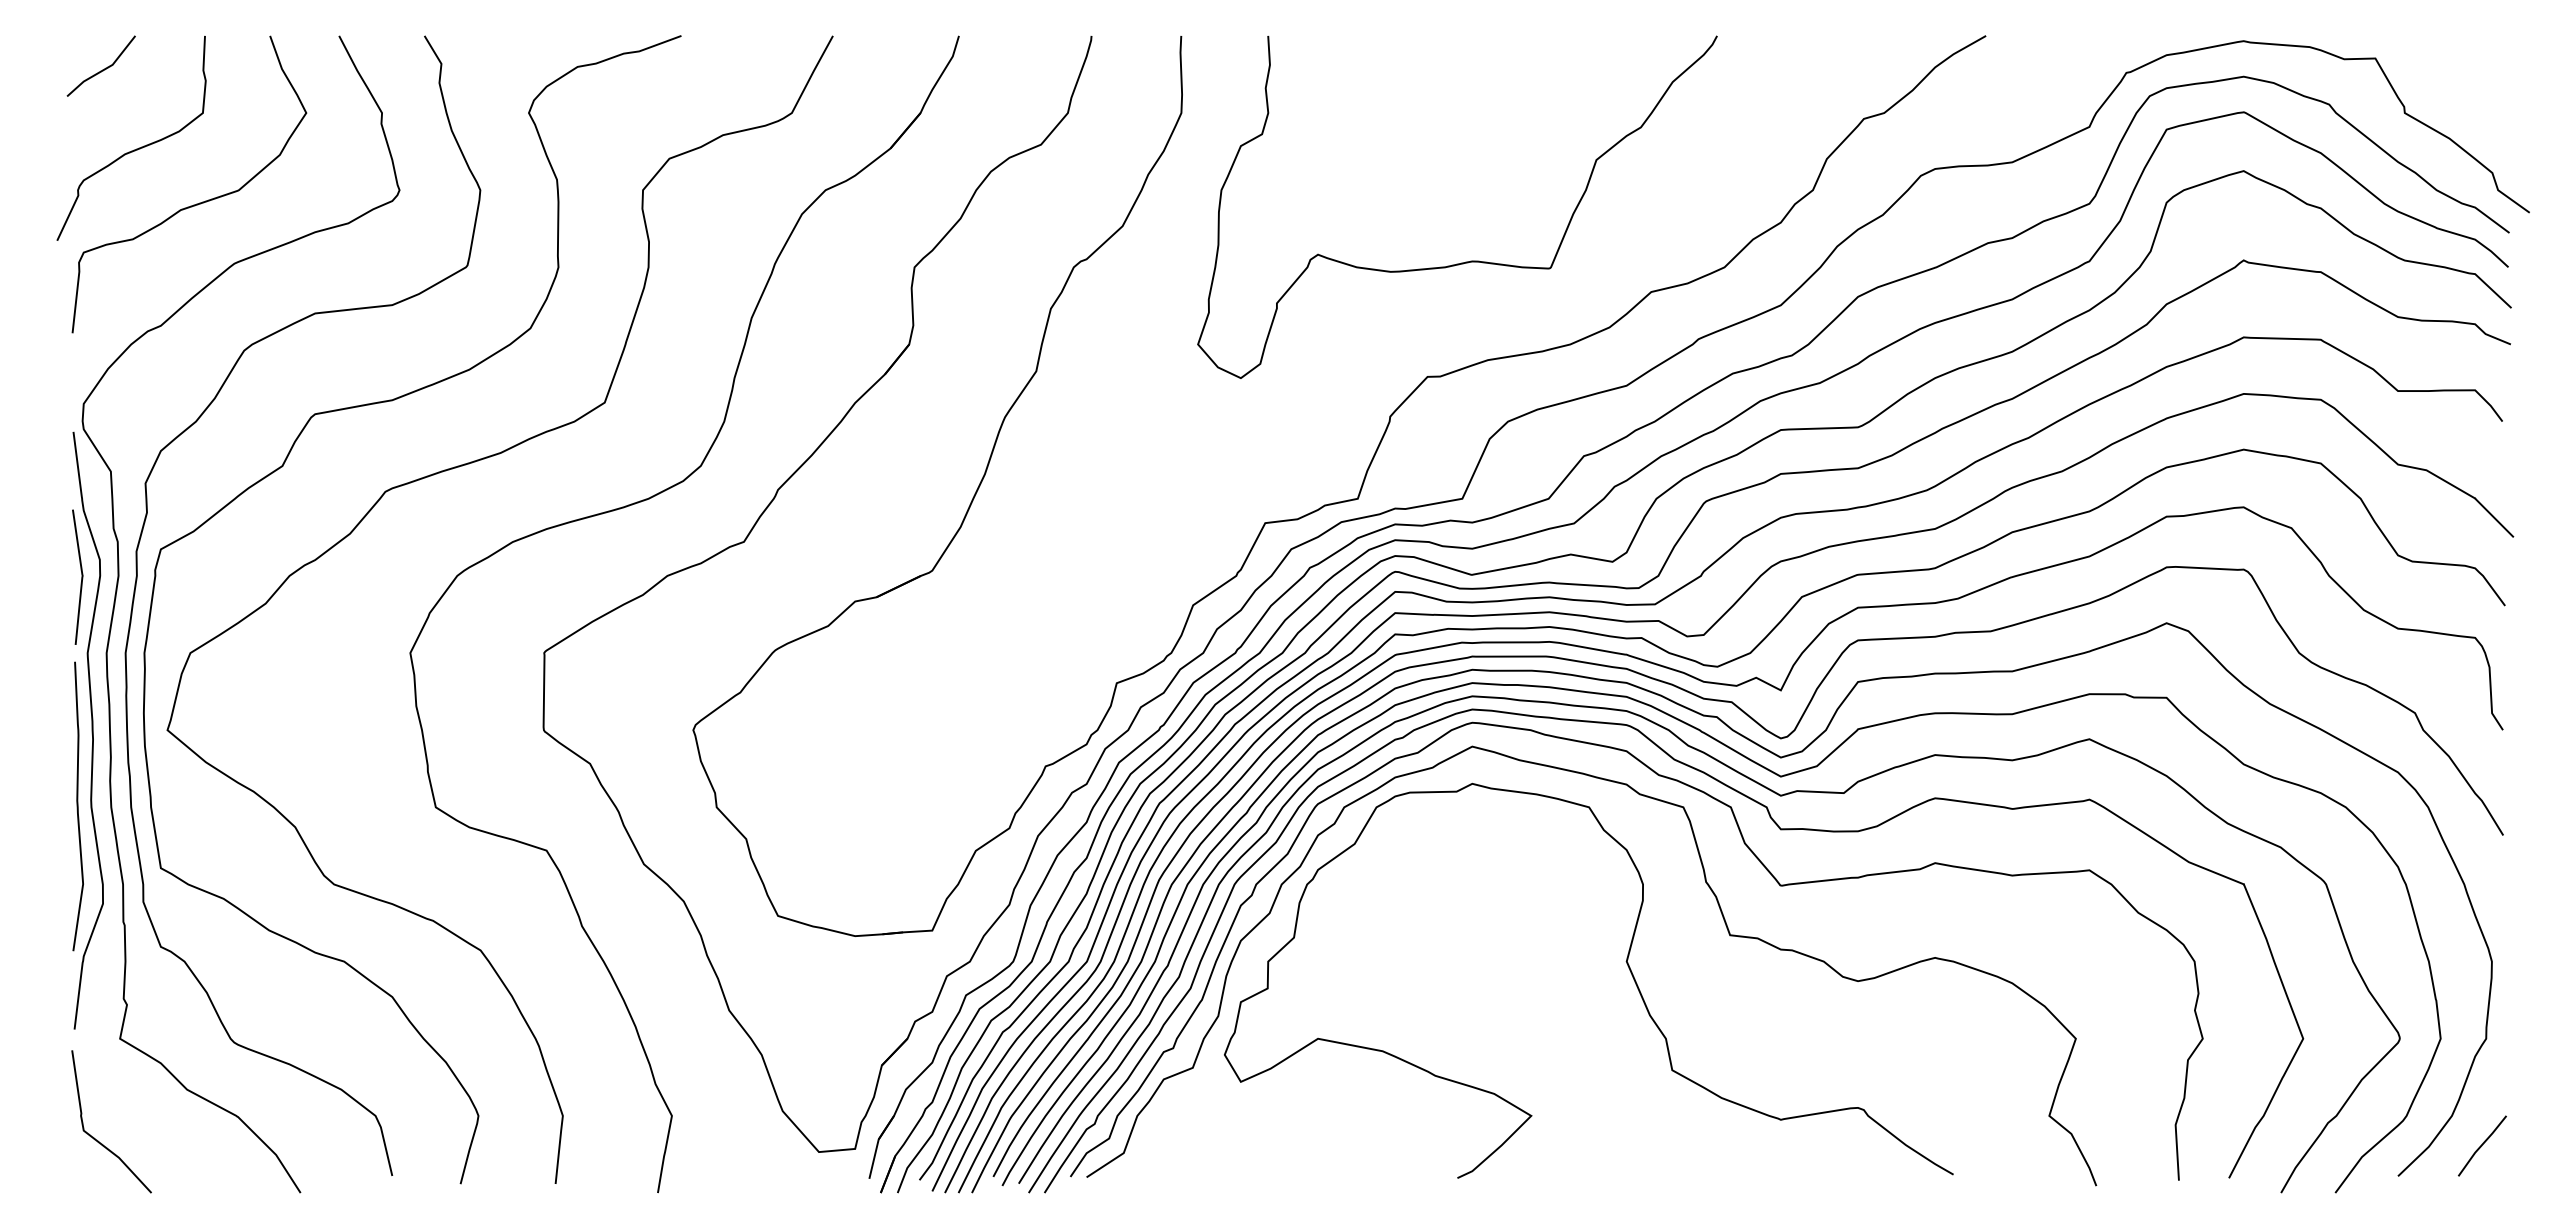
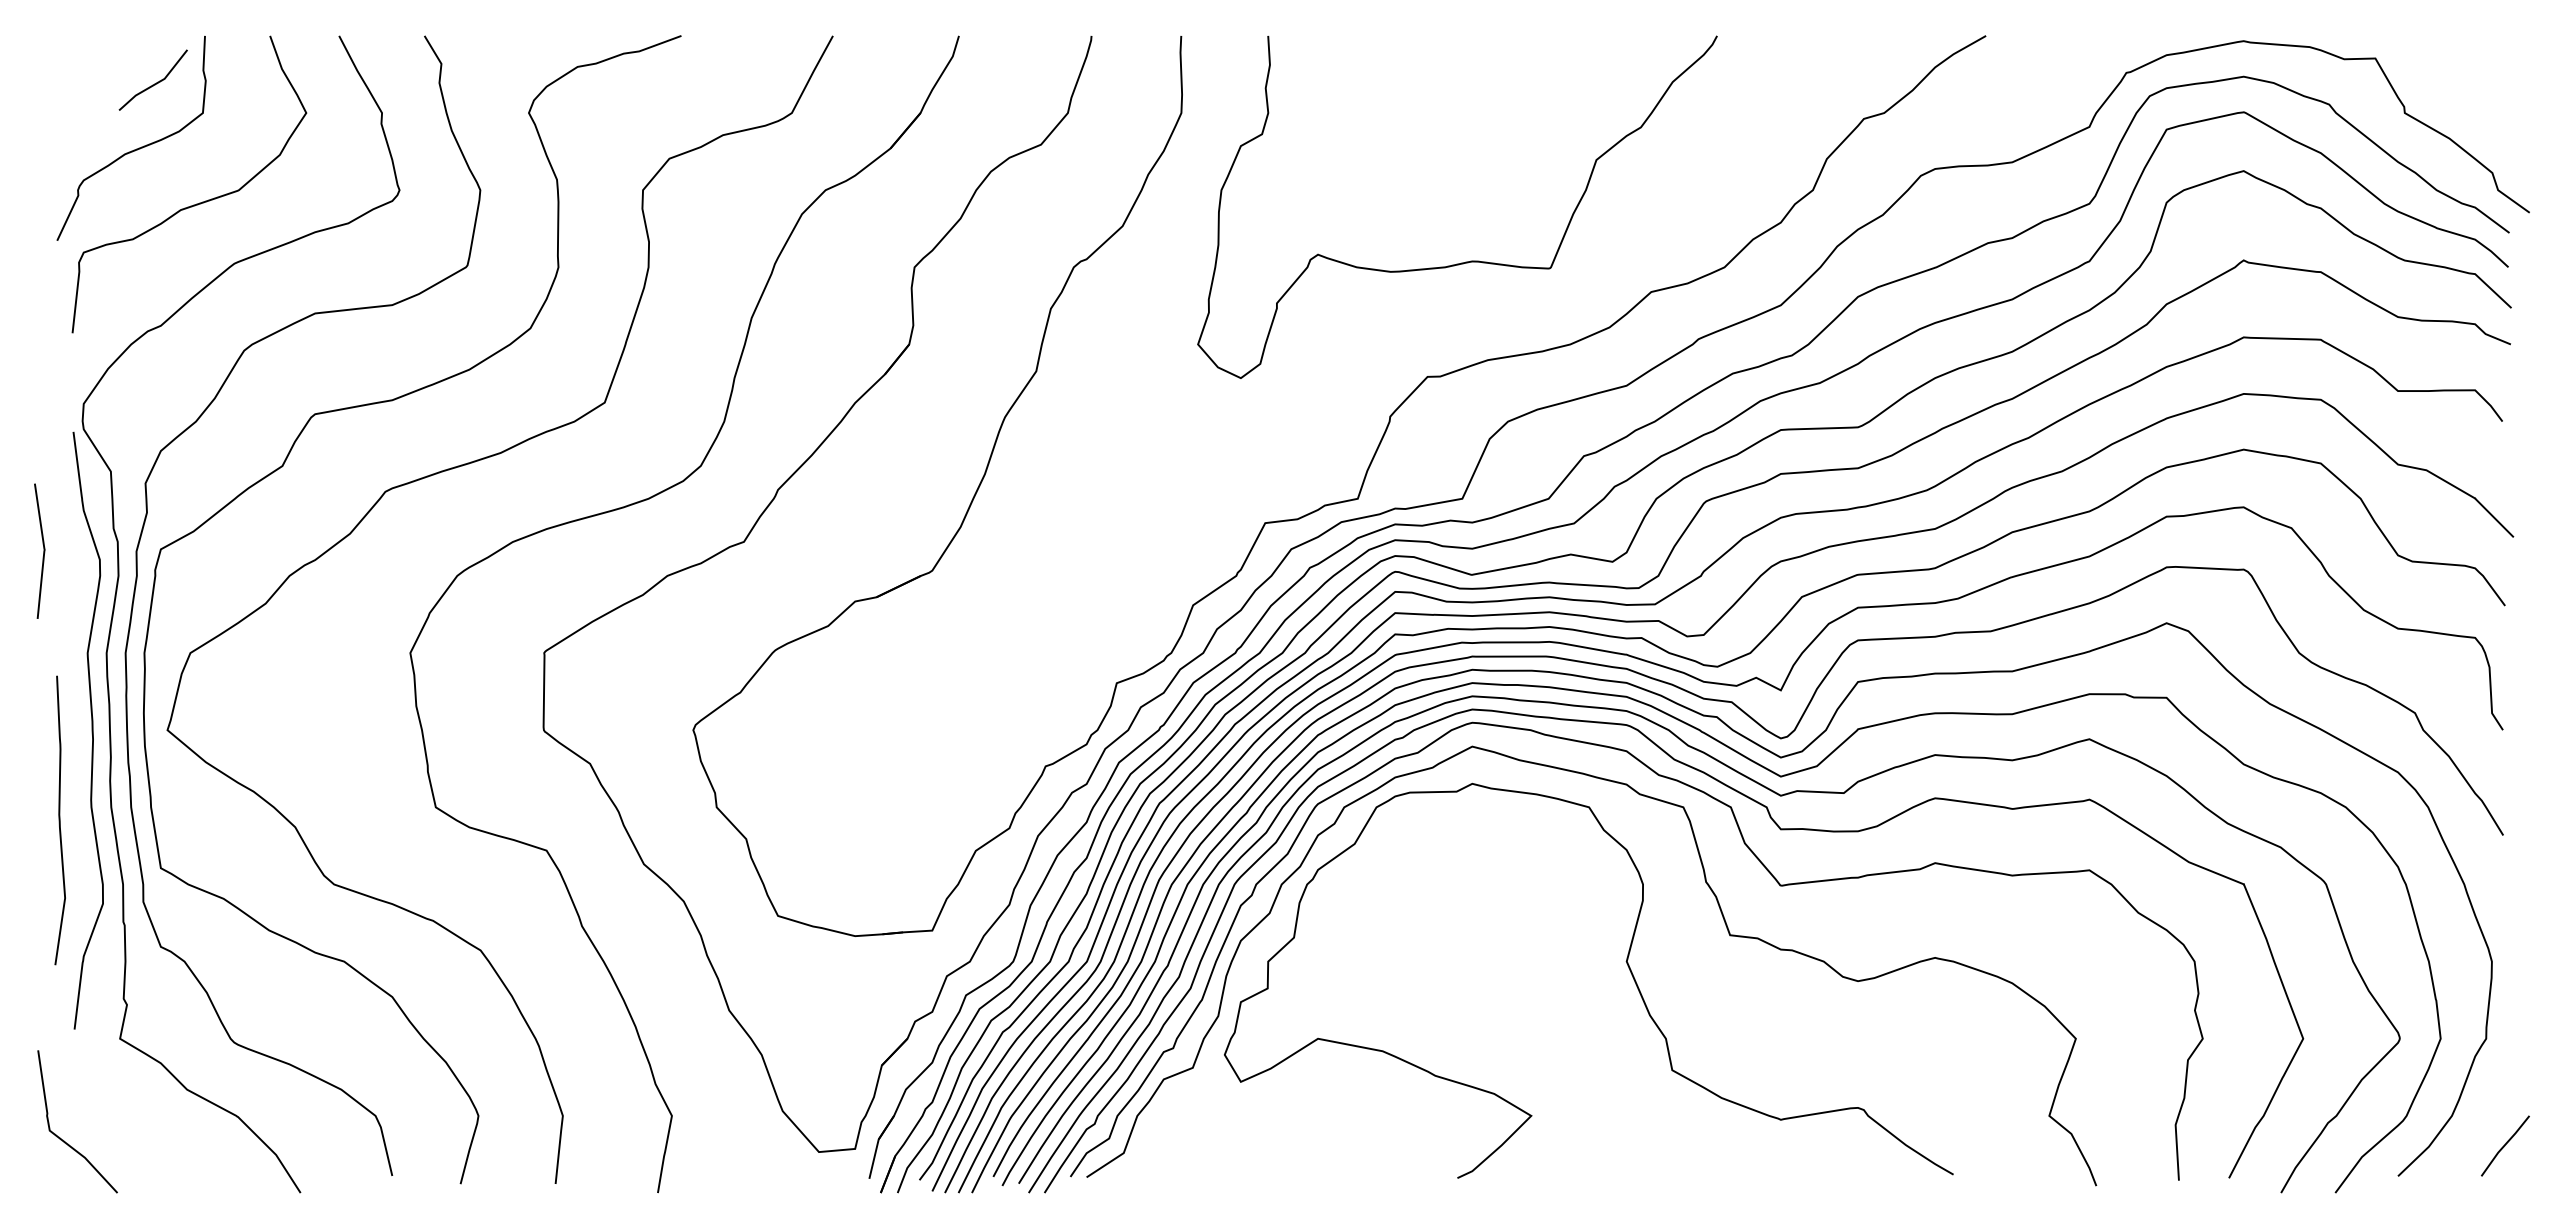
line at (102, 69) position: (102, 69) -> (154, 83)
line at (81, 576) position: (81, 576) -> (43, 550)
curve at (77, 806) position: (77, 806) -> (59, 820)
curve at (98, 1140) position: (98, 1140) -> (64, 1140)
line at (2482, 1145) position: (2482, 1145) -> (2505, 1145)
